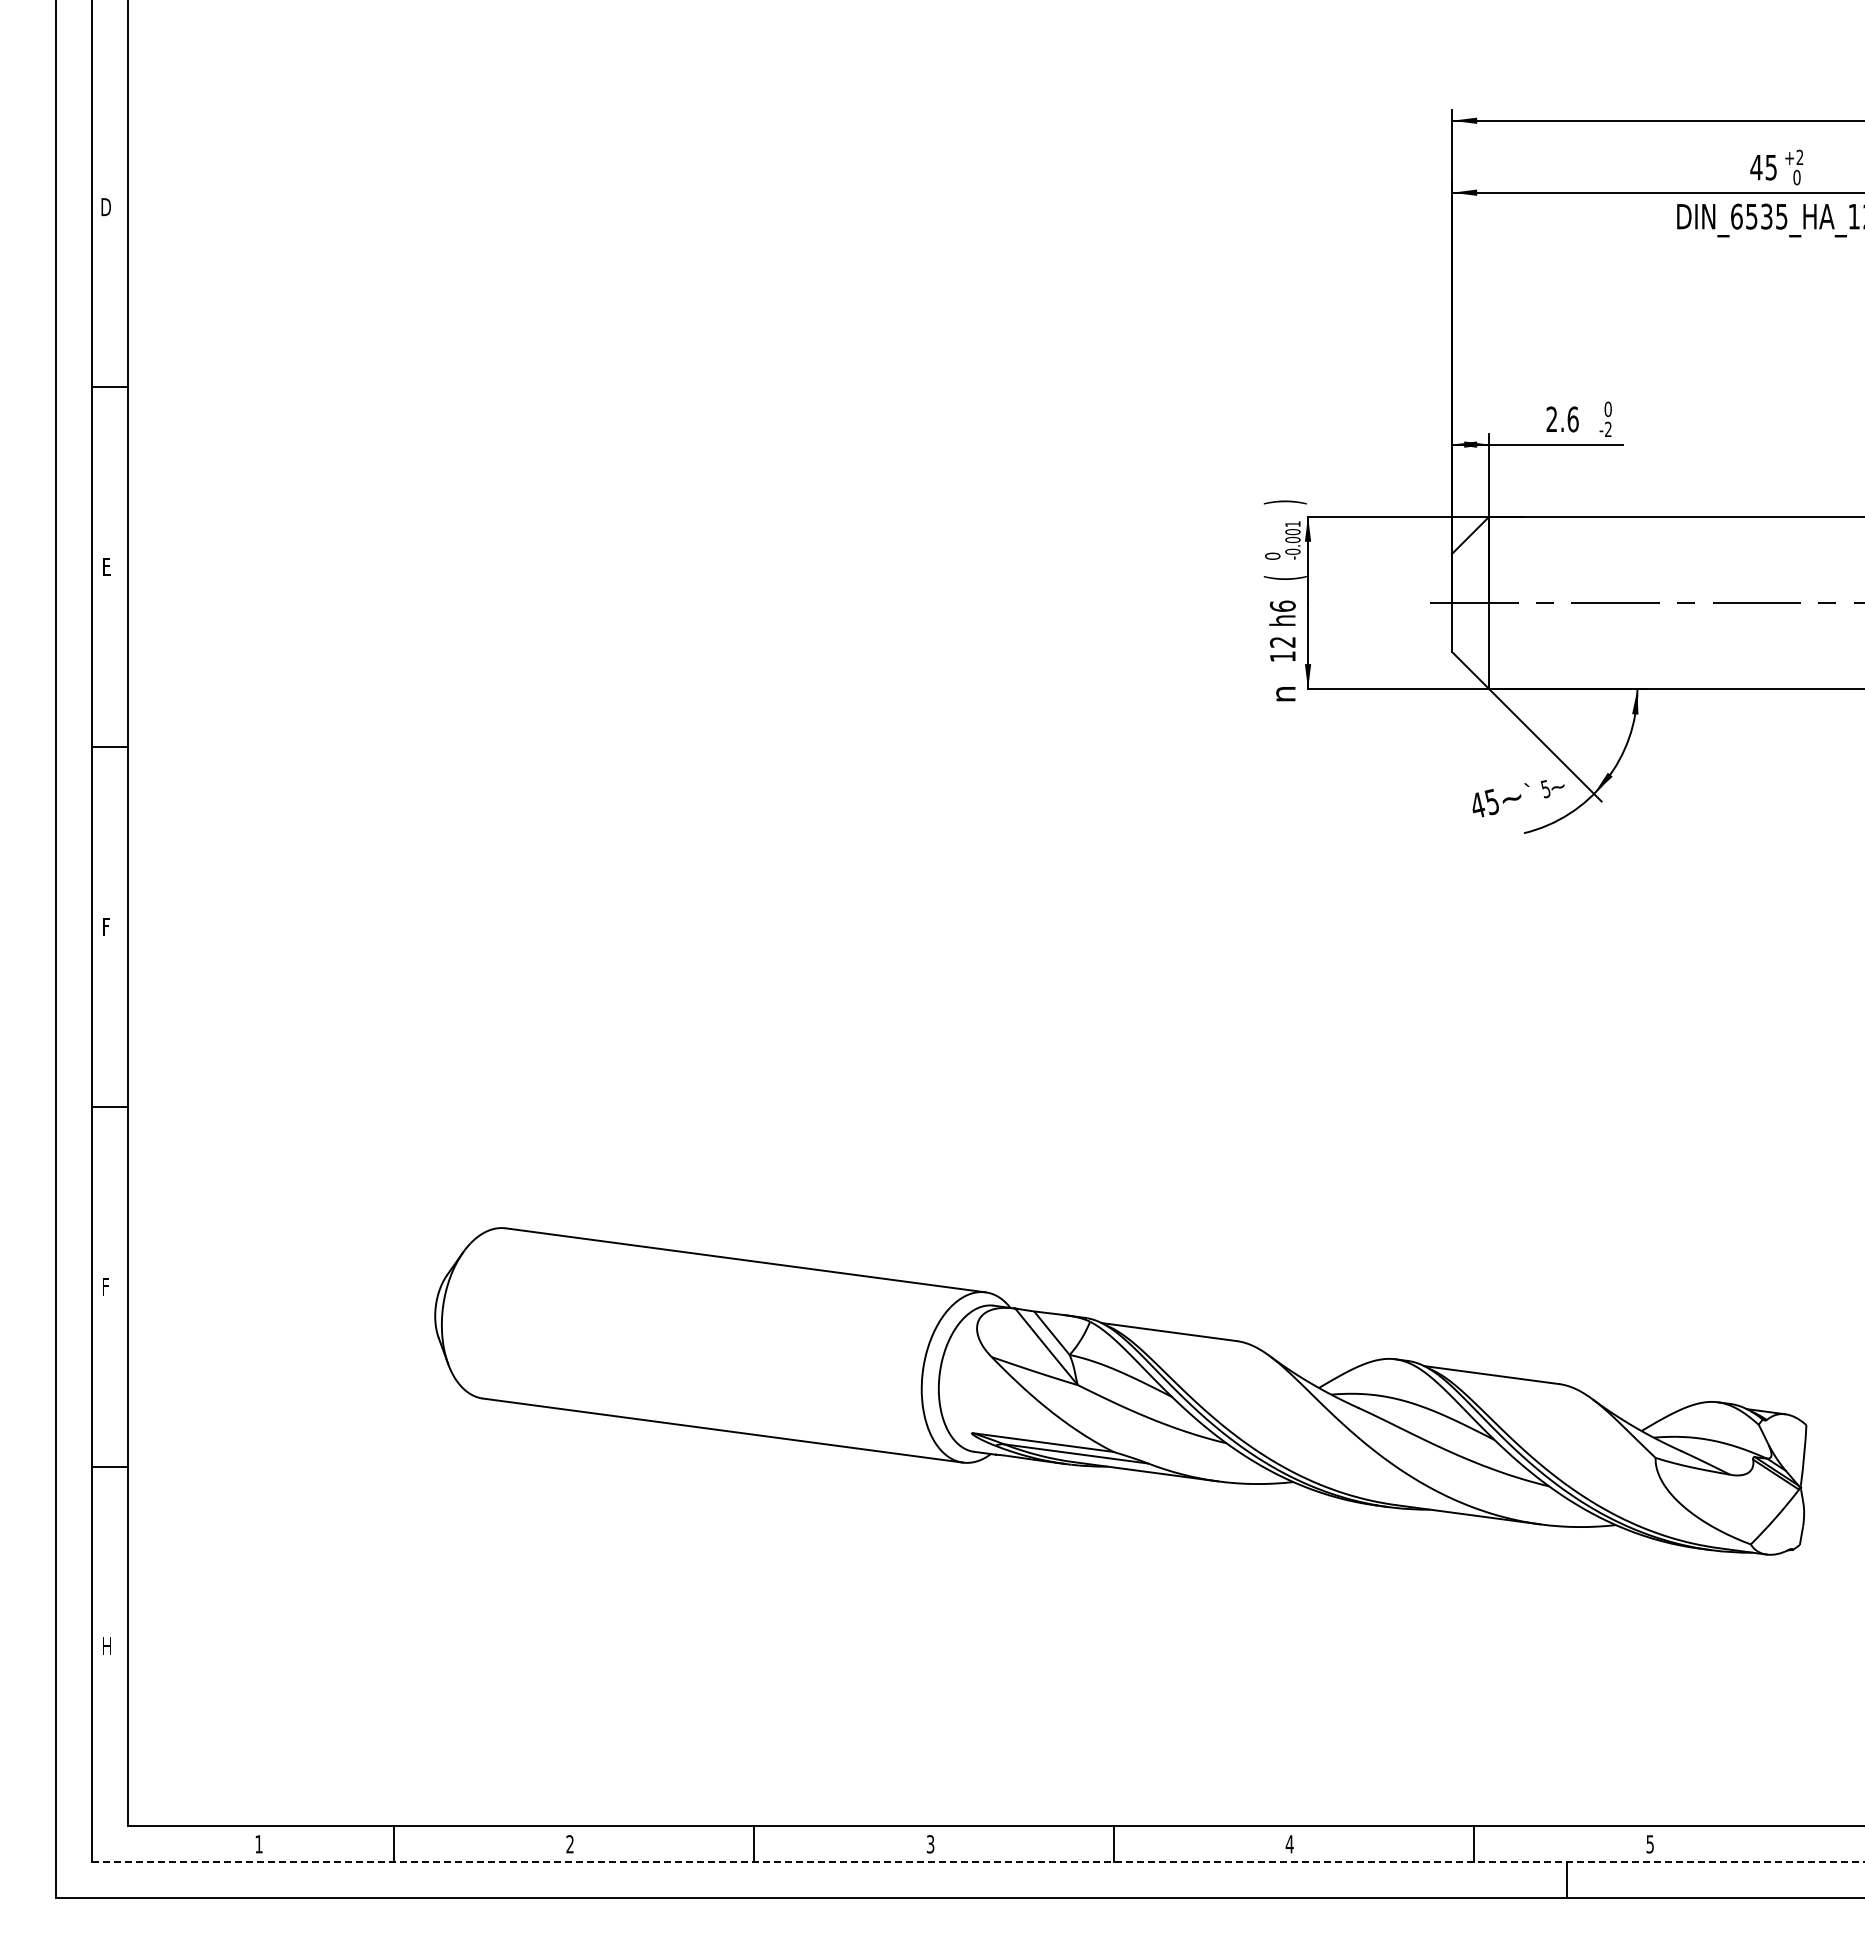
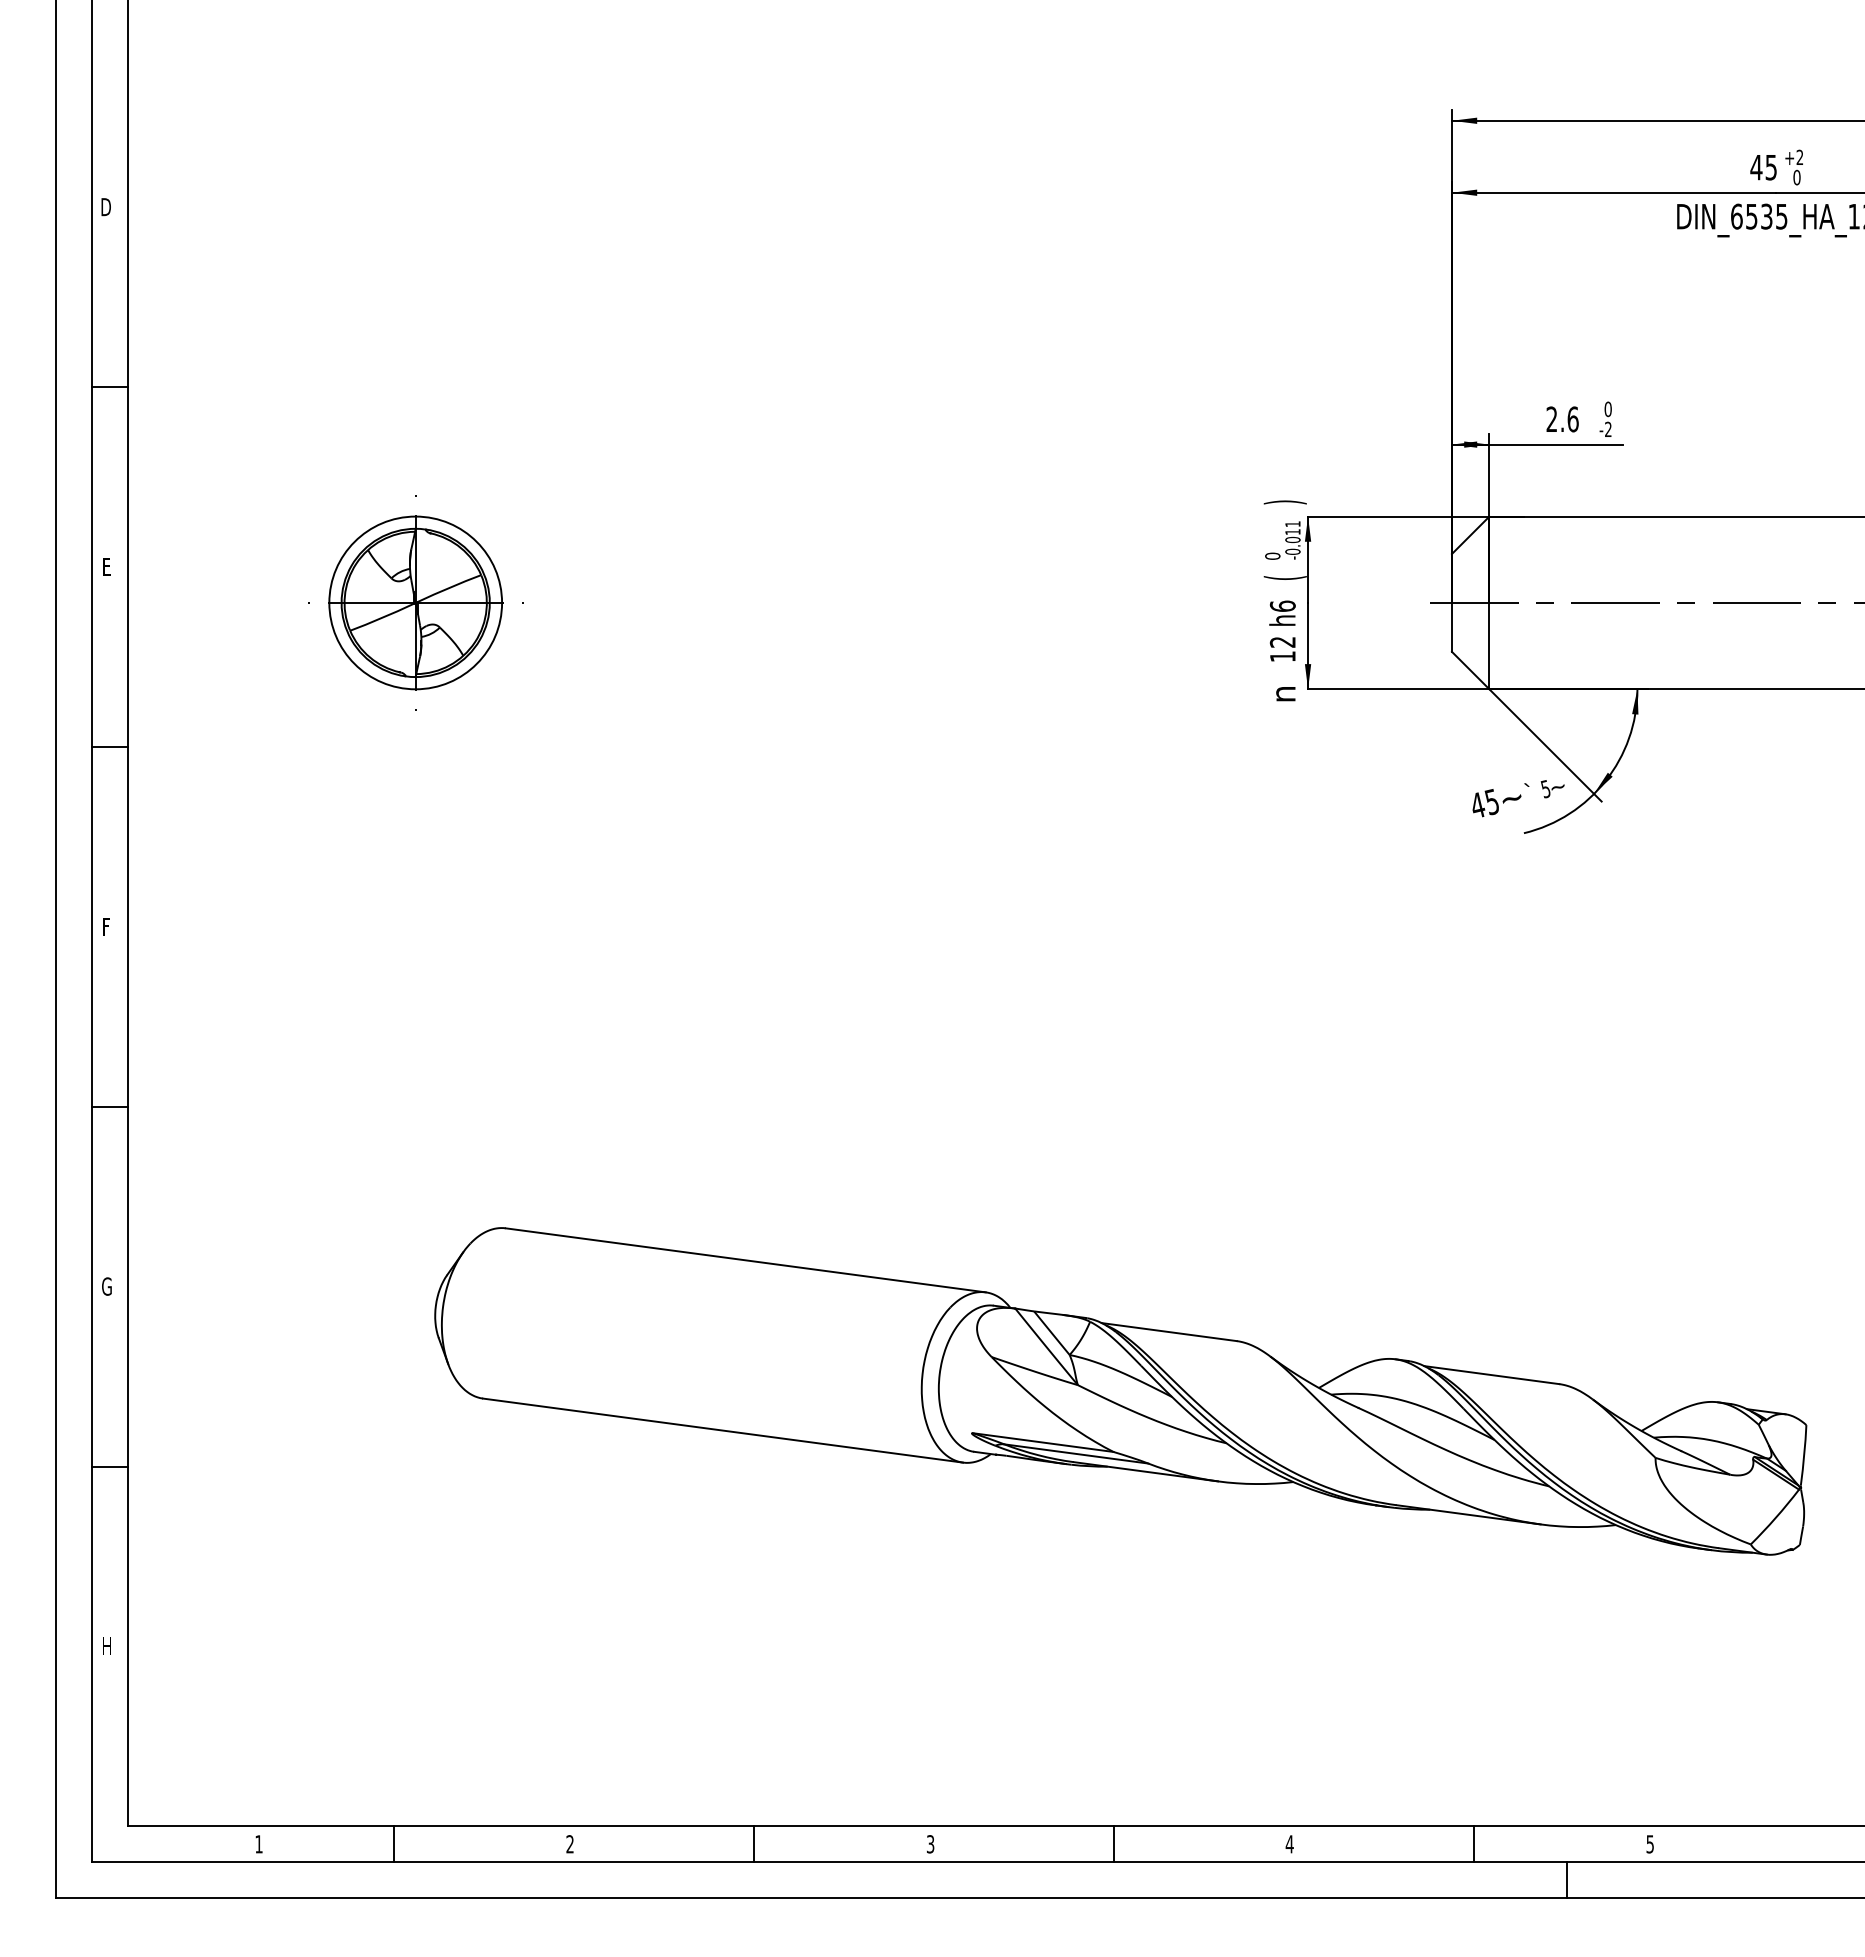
text at (1292, 532): -0.001 -> -0.011
part at (415, 602): none -> present
text at (106, 1286): F -> G
line at (978, 1862): dashed -> solid
